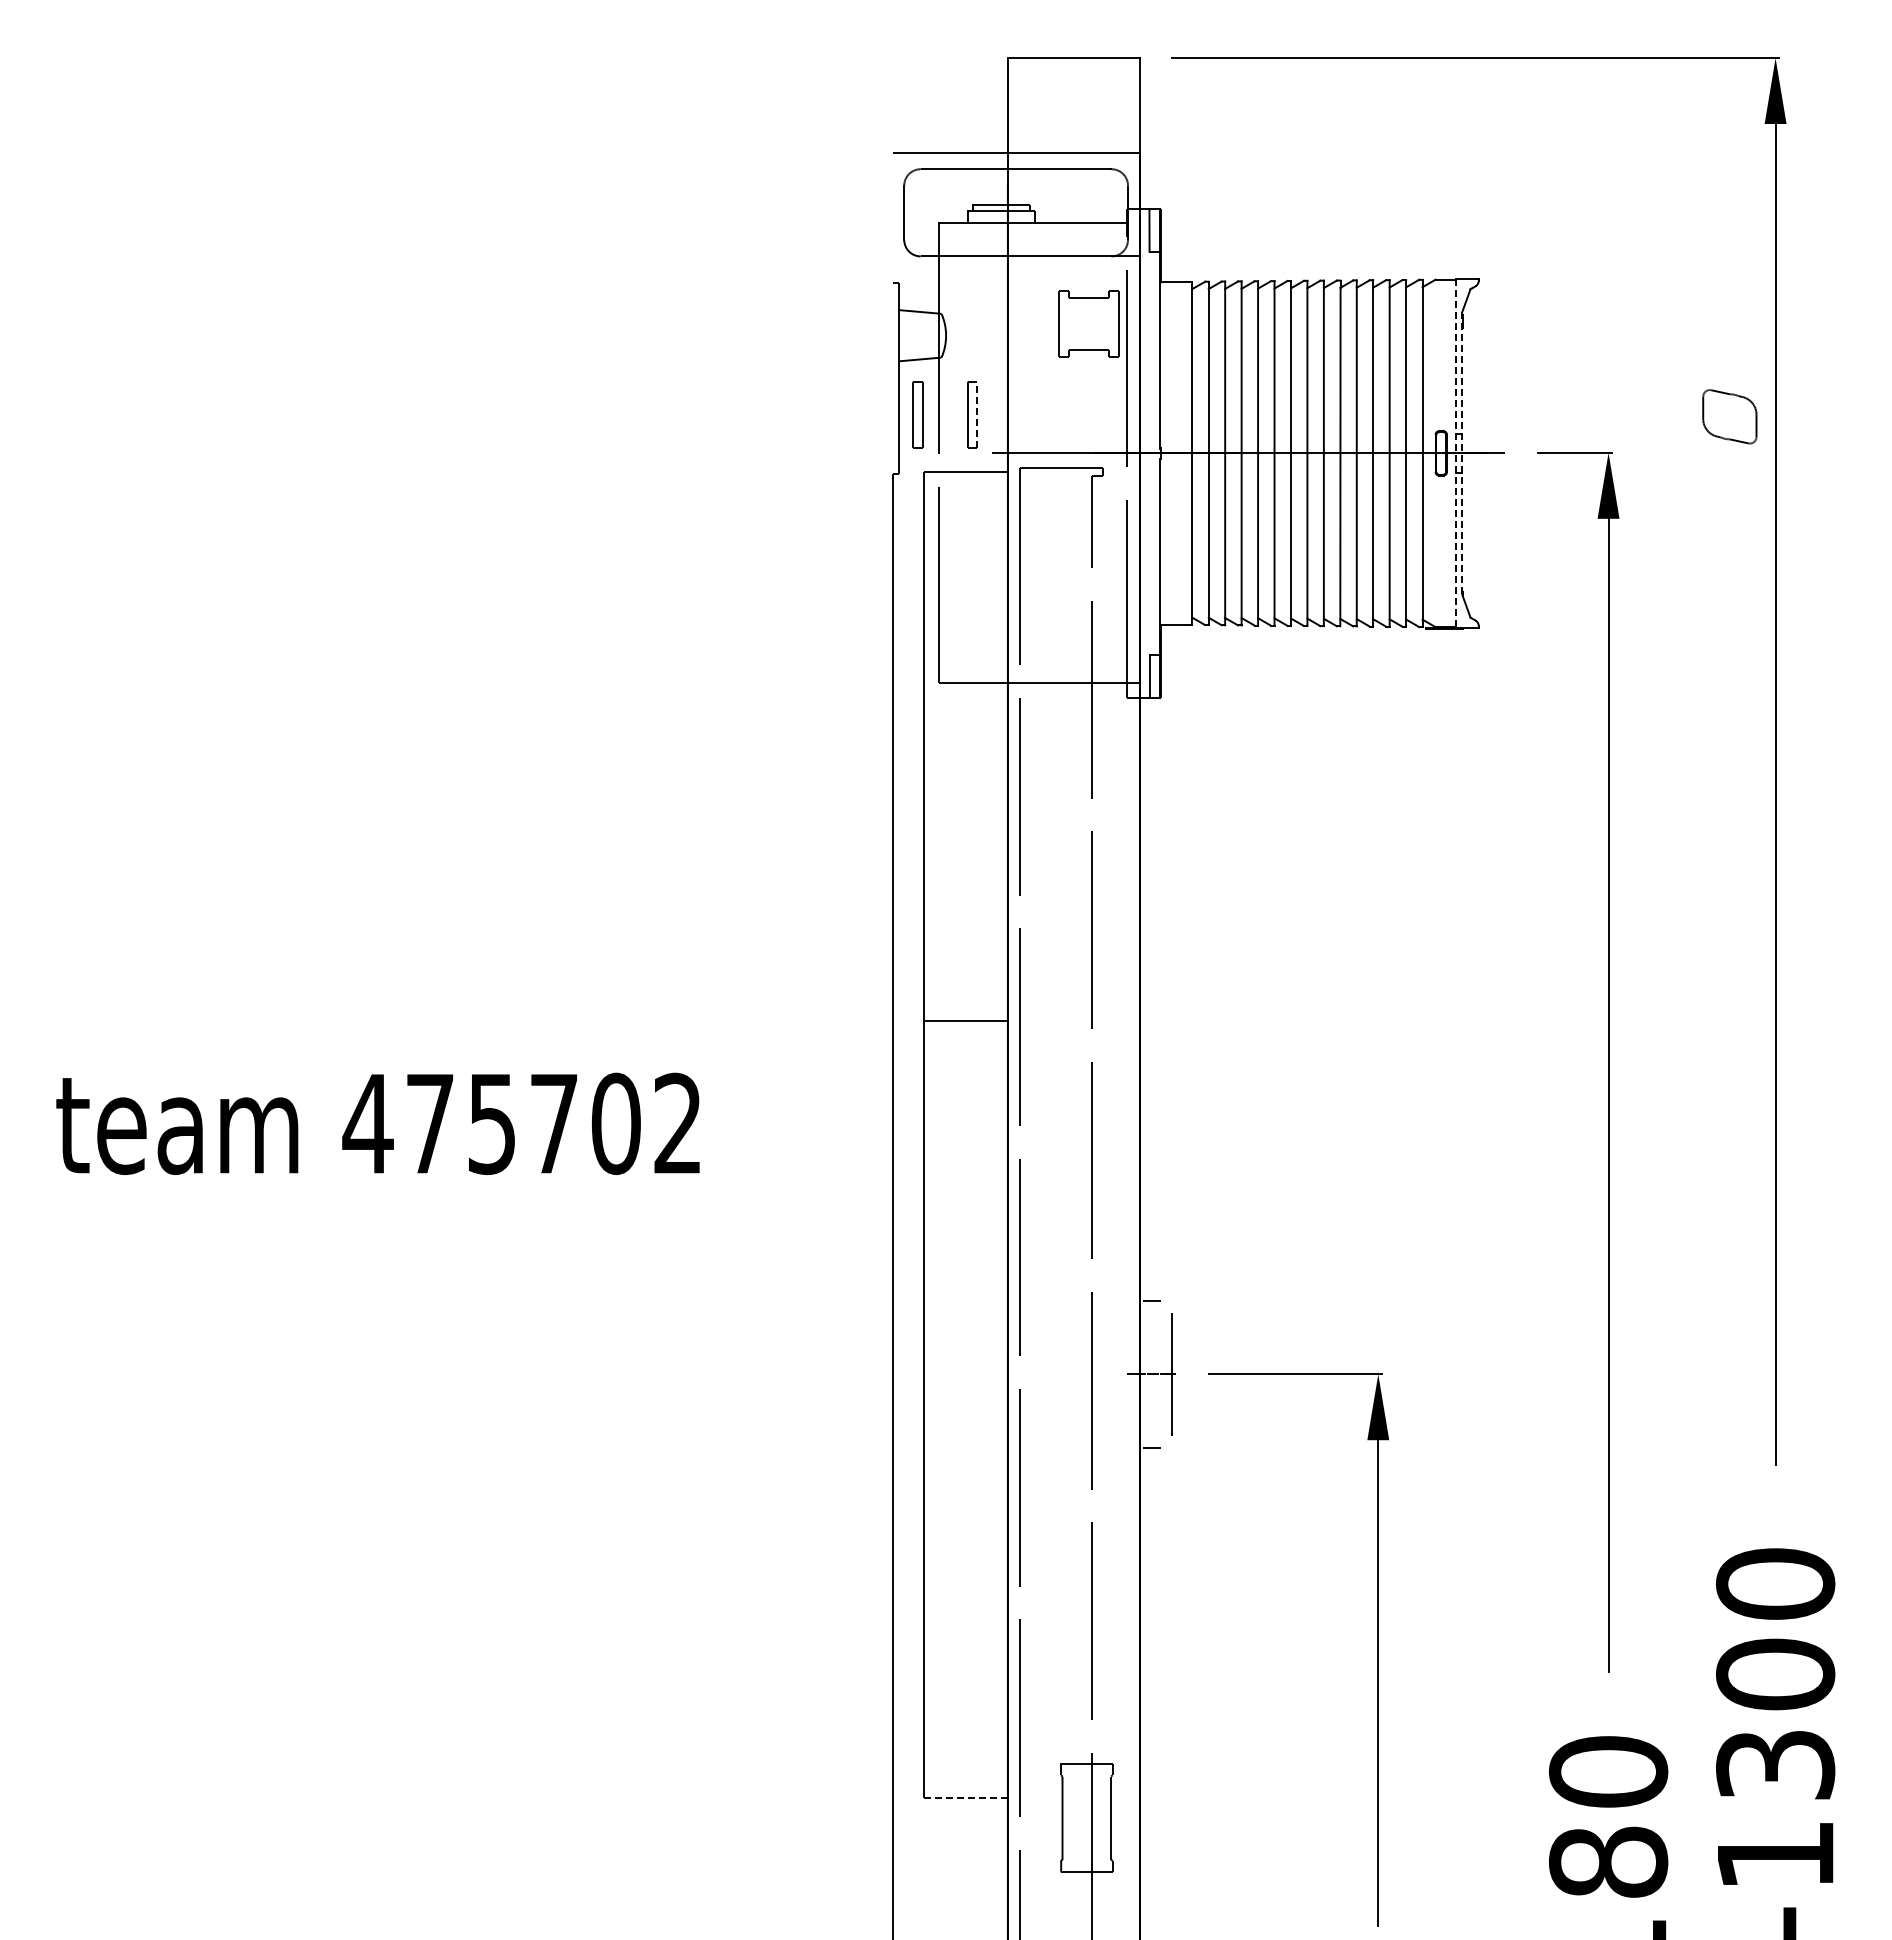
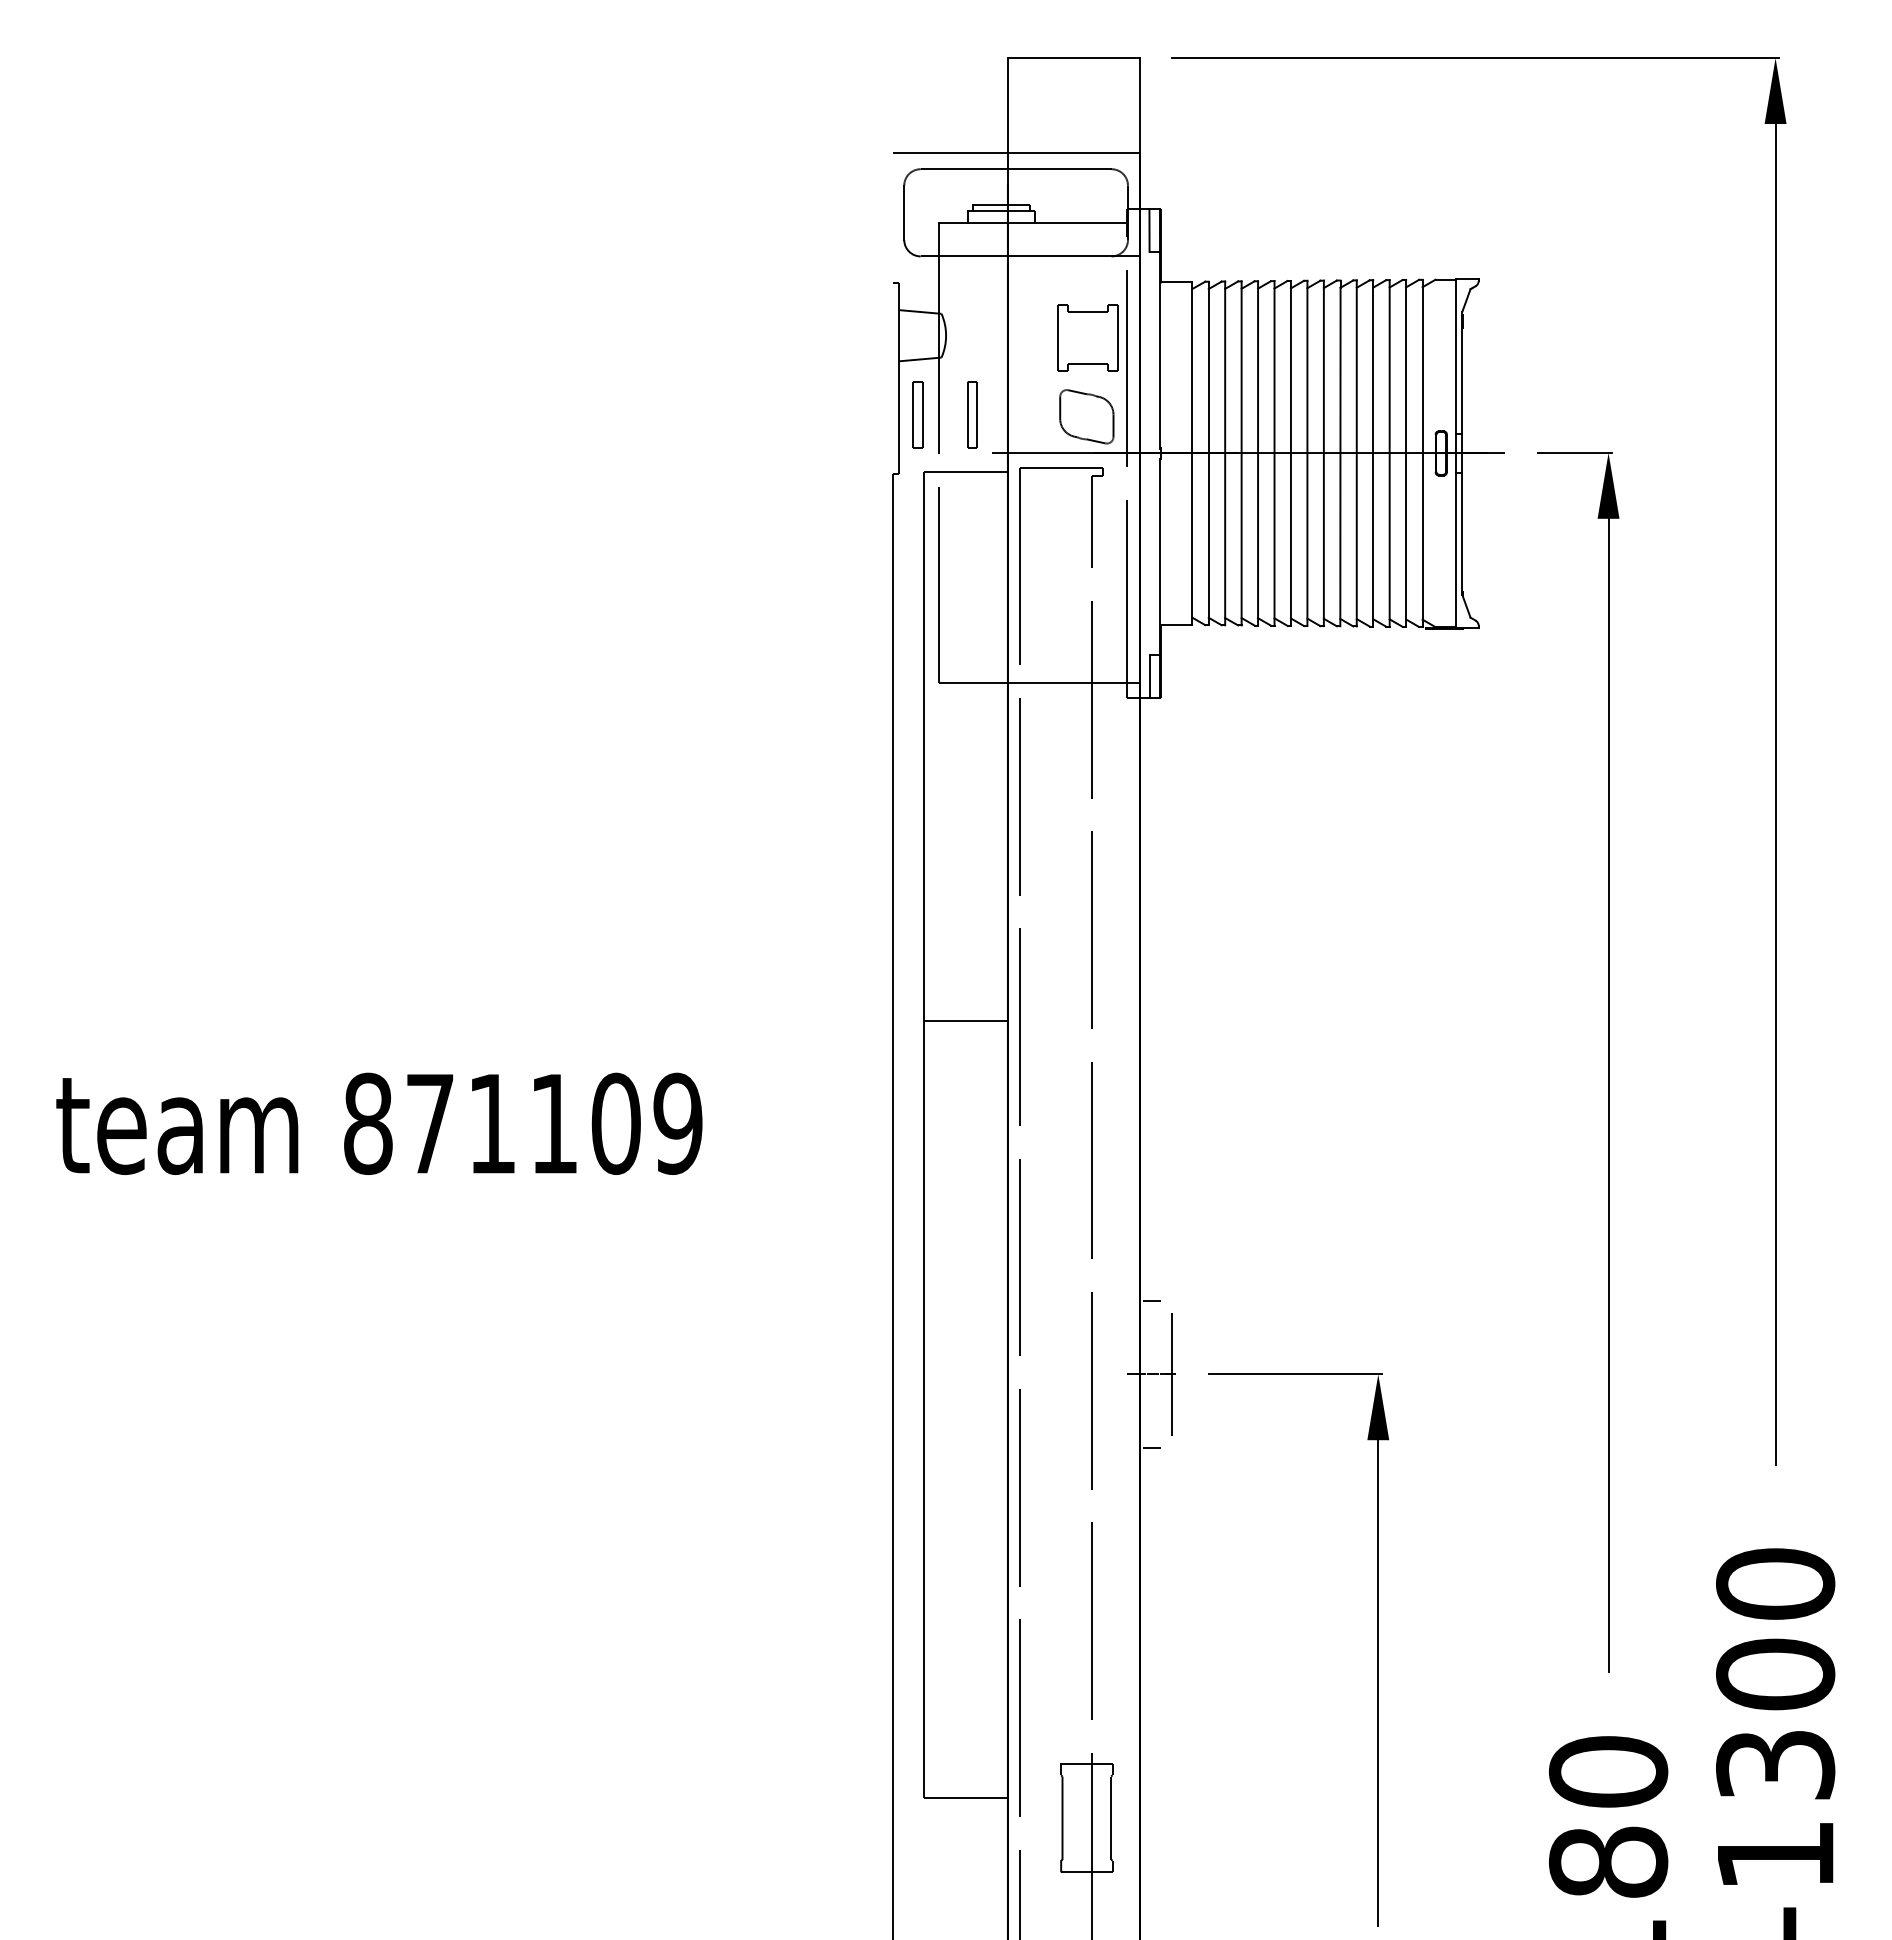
part at (1088, 323) position: (1088, 323) -> (1087, 337)
line at (977, 414): dashed -> solid
part at (1729, 416) position: (1729, 416) -> (1086, 416)
line at (1455, 453): dashed -> solid
line at (1462, 453): dashed -> solid
text at (522, 1123): 475702 -> 871109
line at (965, 1798): dashed -> solid
